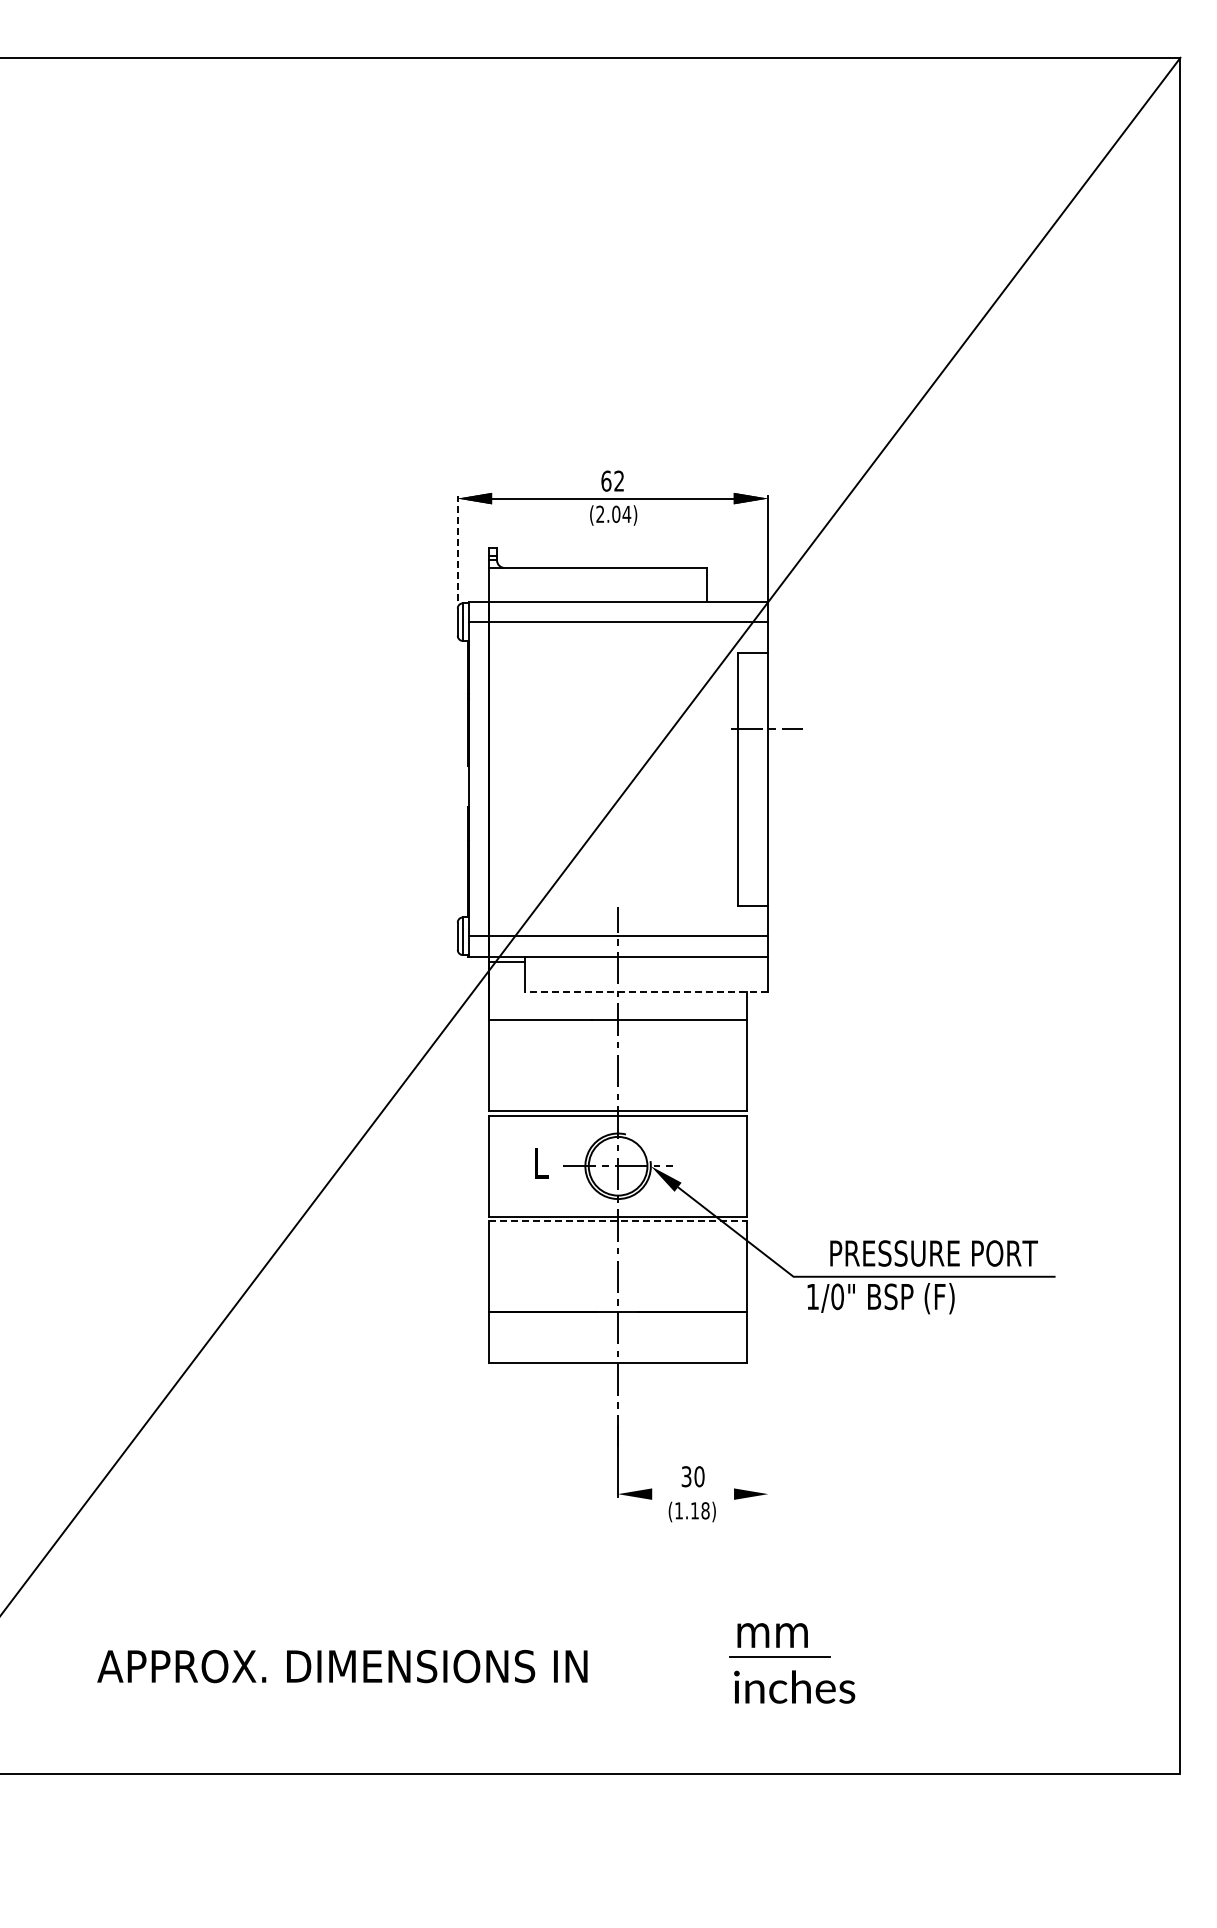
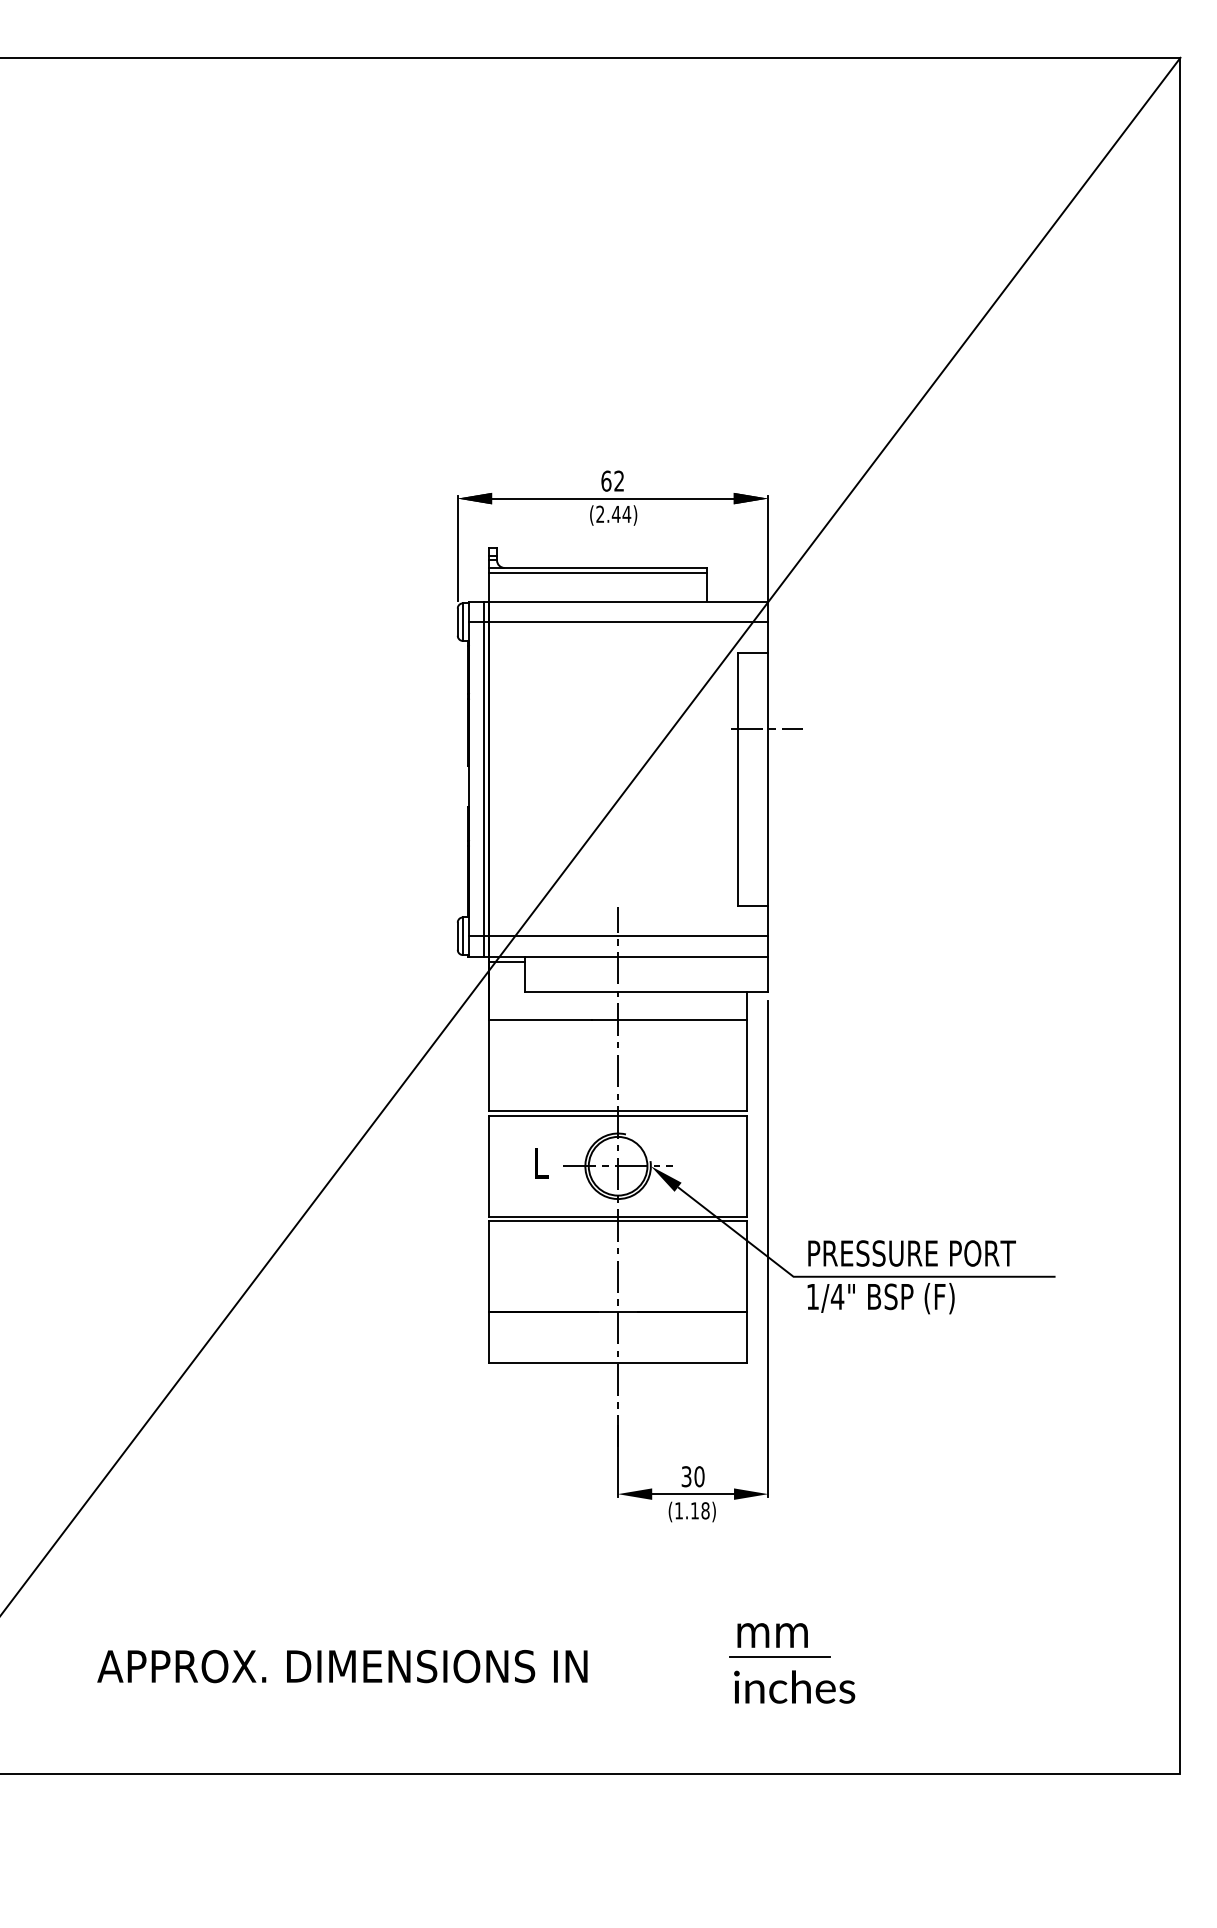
text at (615, 513): (2.04) -> (2.44)
line at (457, 548): dashed -> solid
line at (598, 573): none -> present
line at (484, 778): none -> present
line at (646, 991): dashed -> solid
line at (618, 1221): dashed -> solid
line at (768, 1249): none -> present
text at (933, 1253) position: (933, 1253) -> (911, 1253)
text at (837, 1296): 1/0" -> 1/4"
line at (693, 1494): none -> present
